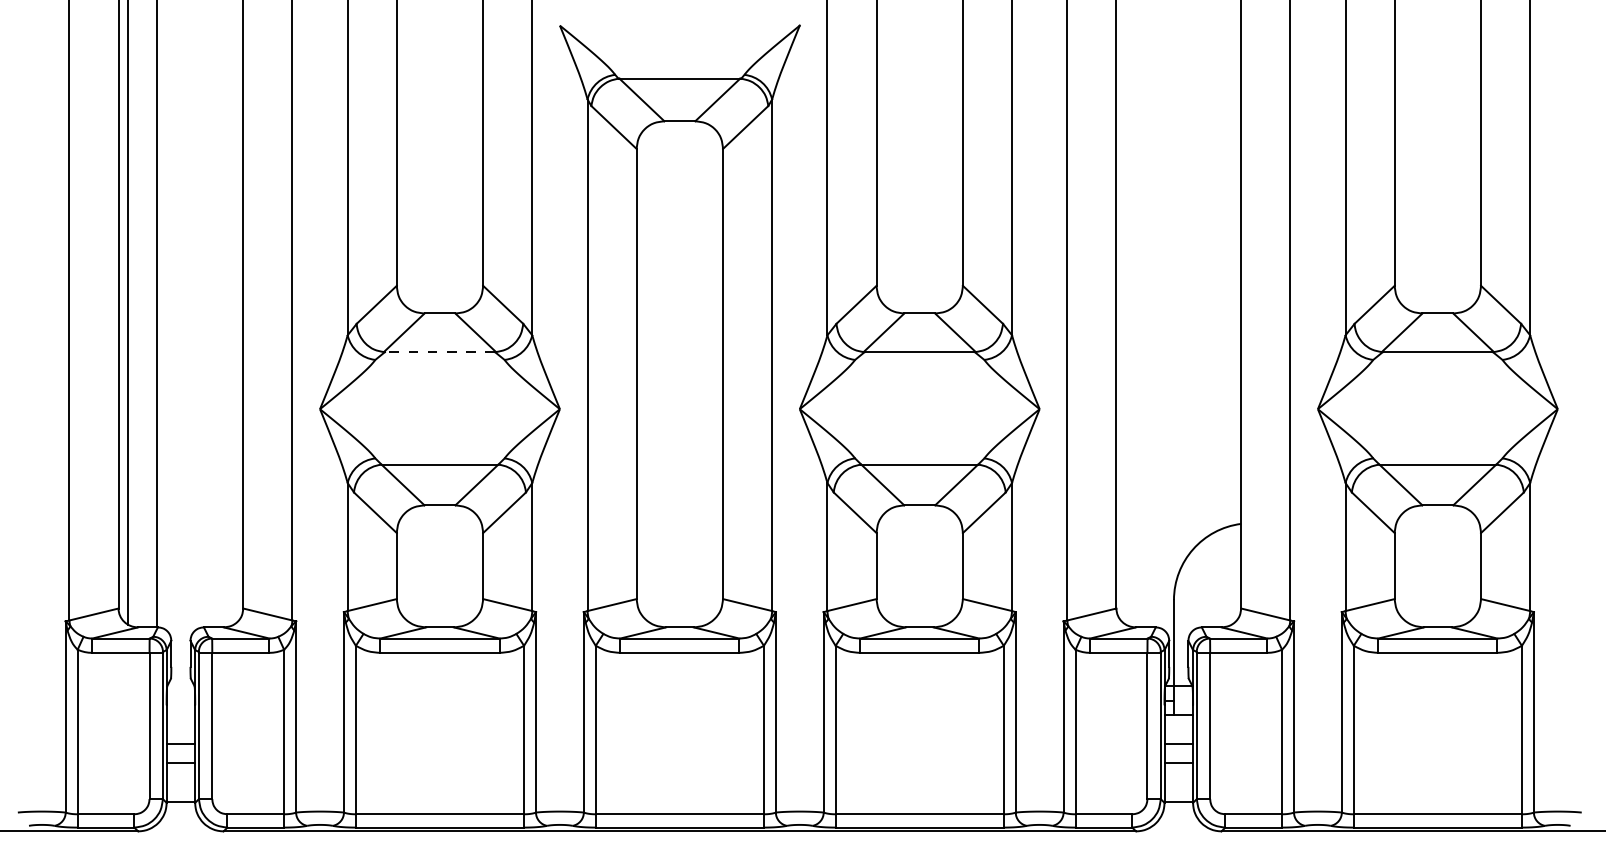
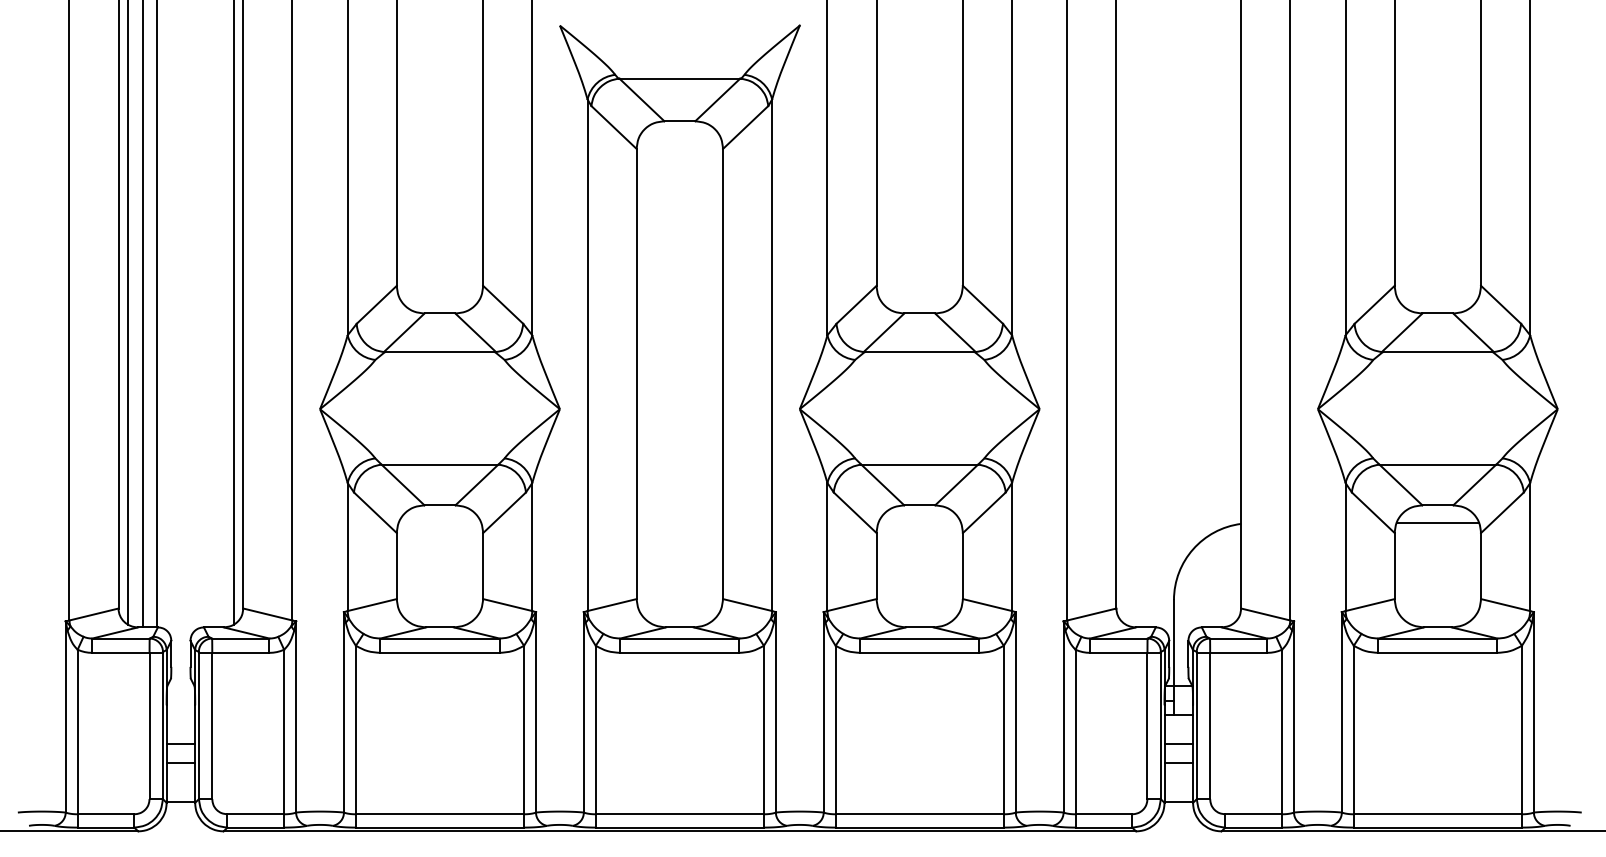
line at (233, 313): none -> present
line at (142, 314): none -> present
line at (439, 352): dashed -> solid
line at (1437, 523): none -> present
